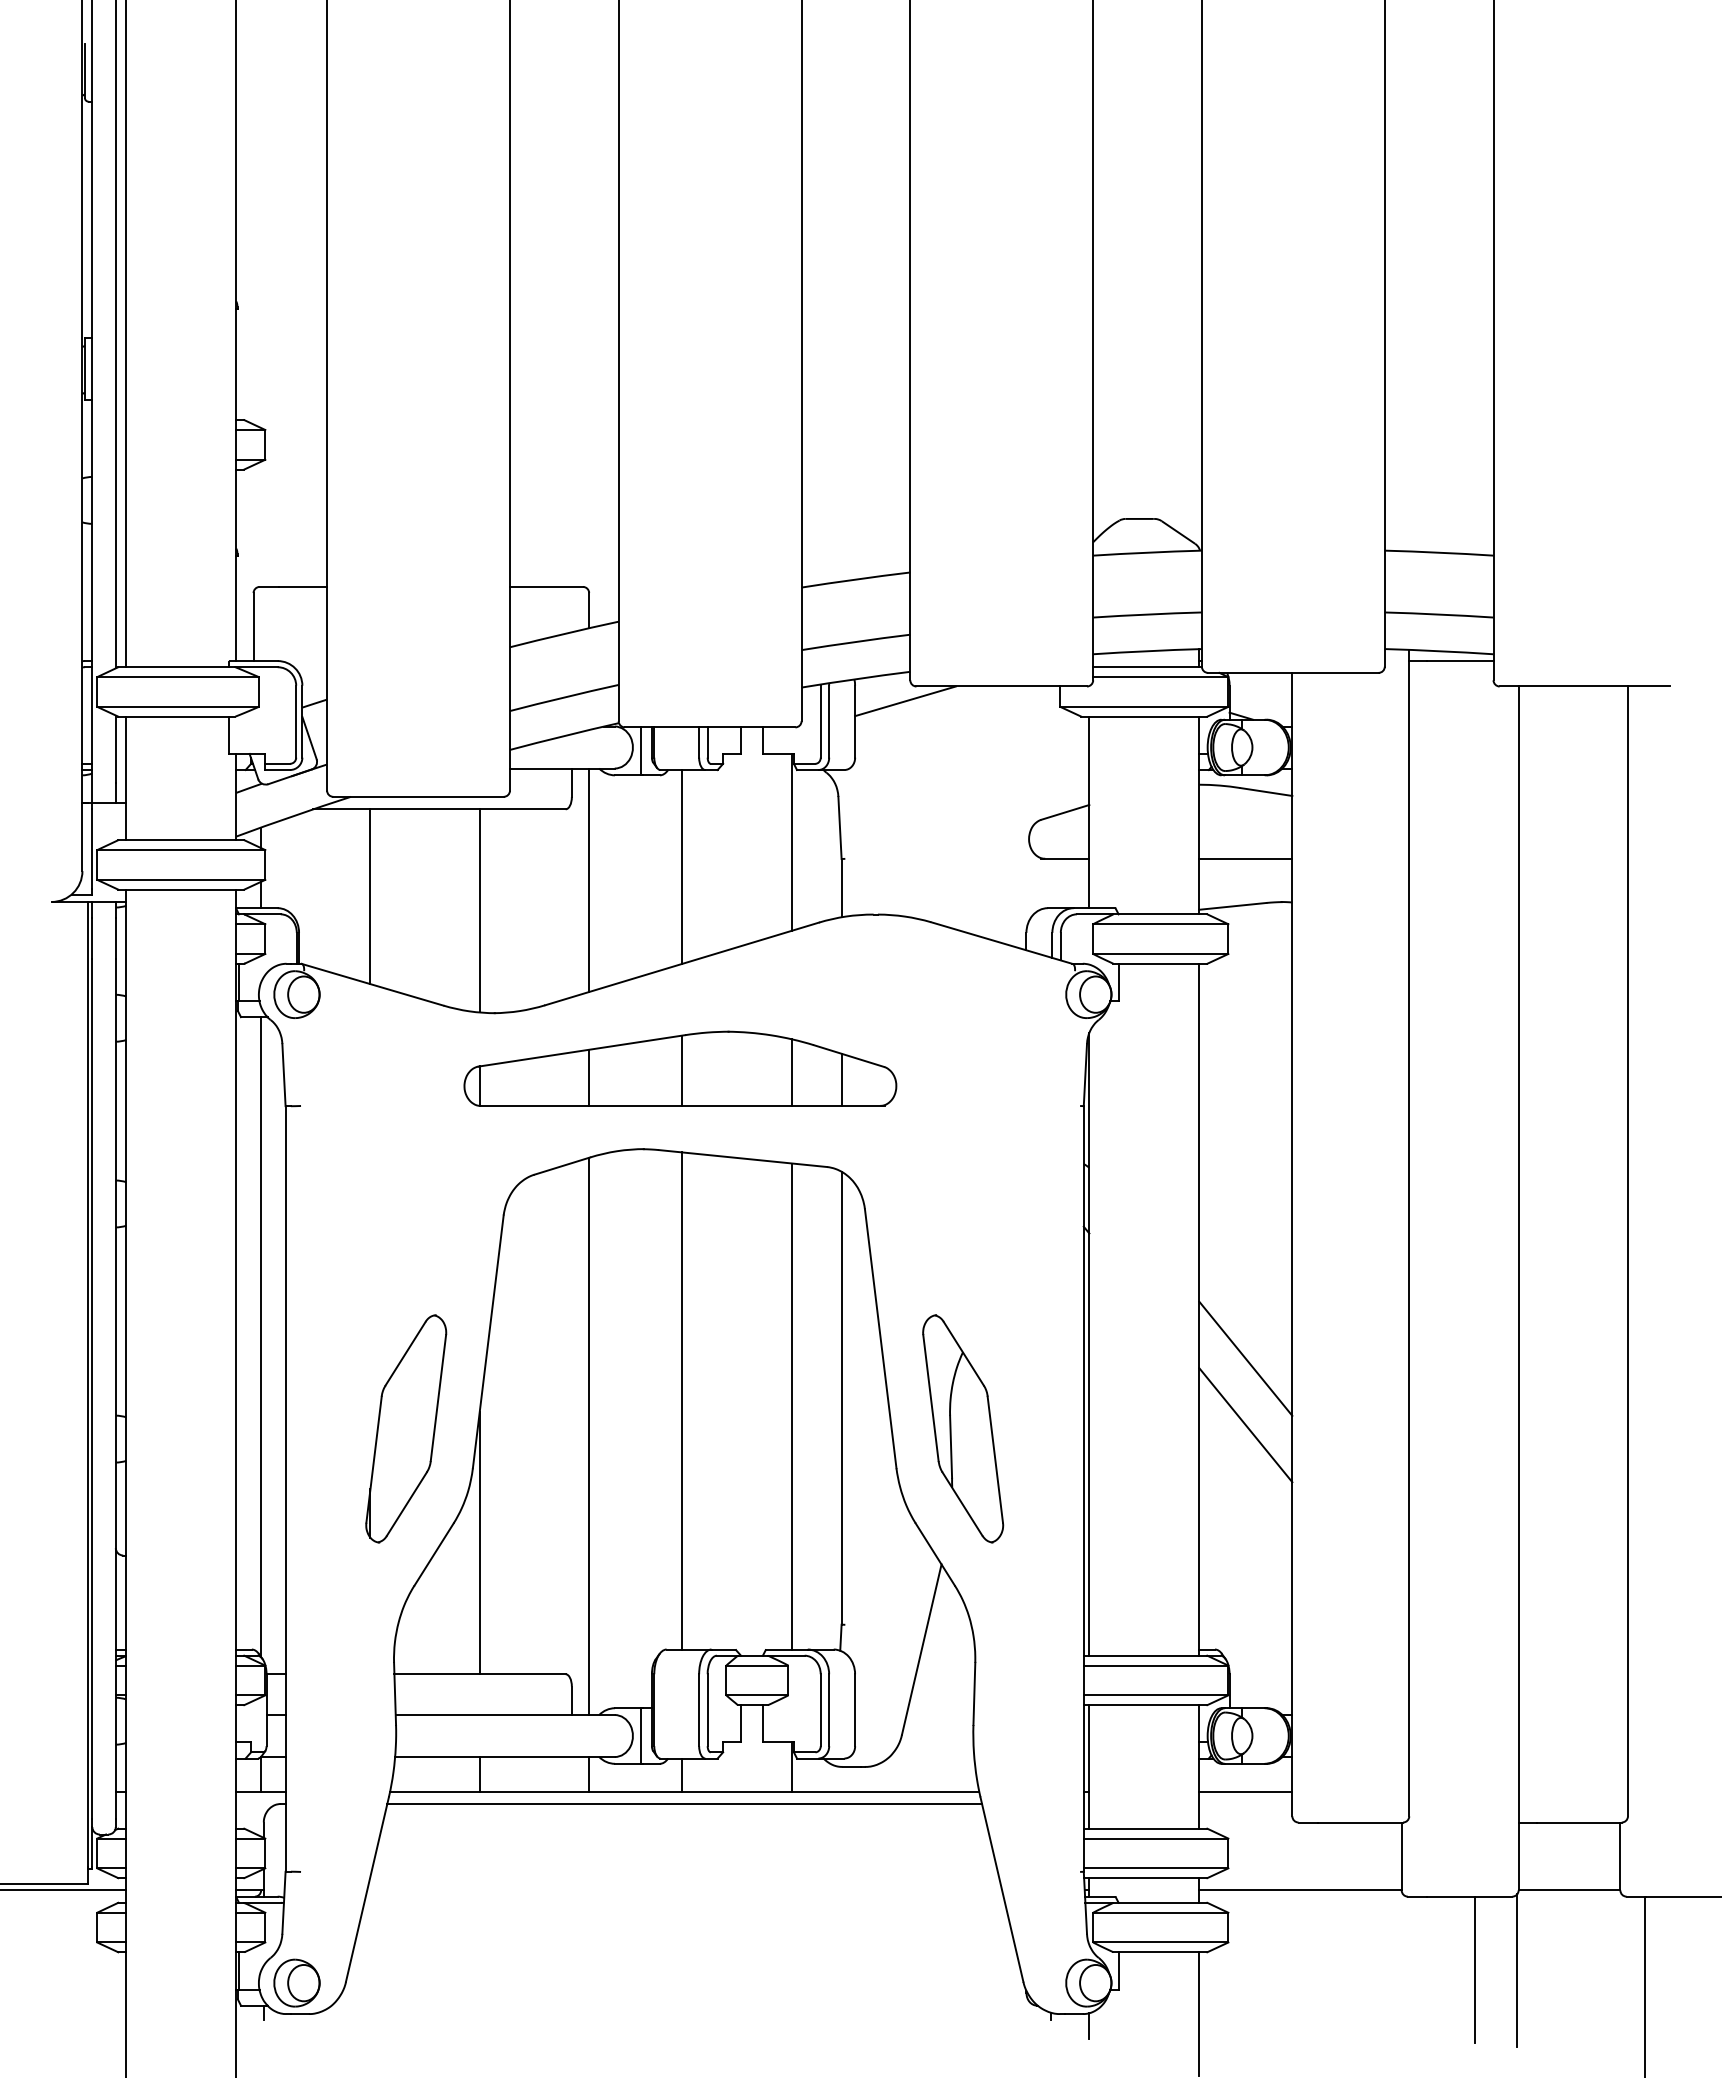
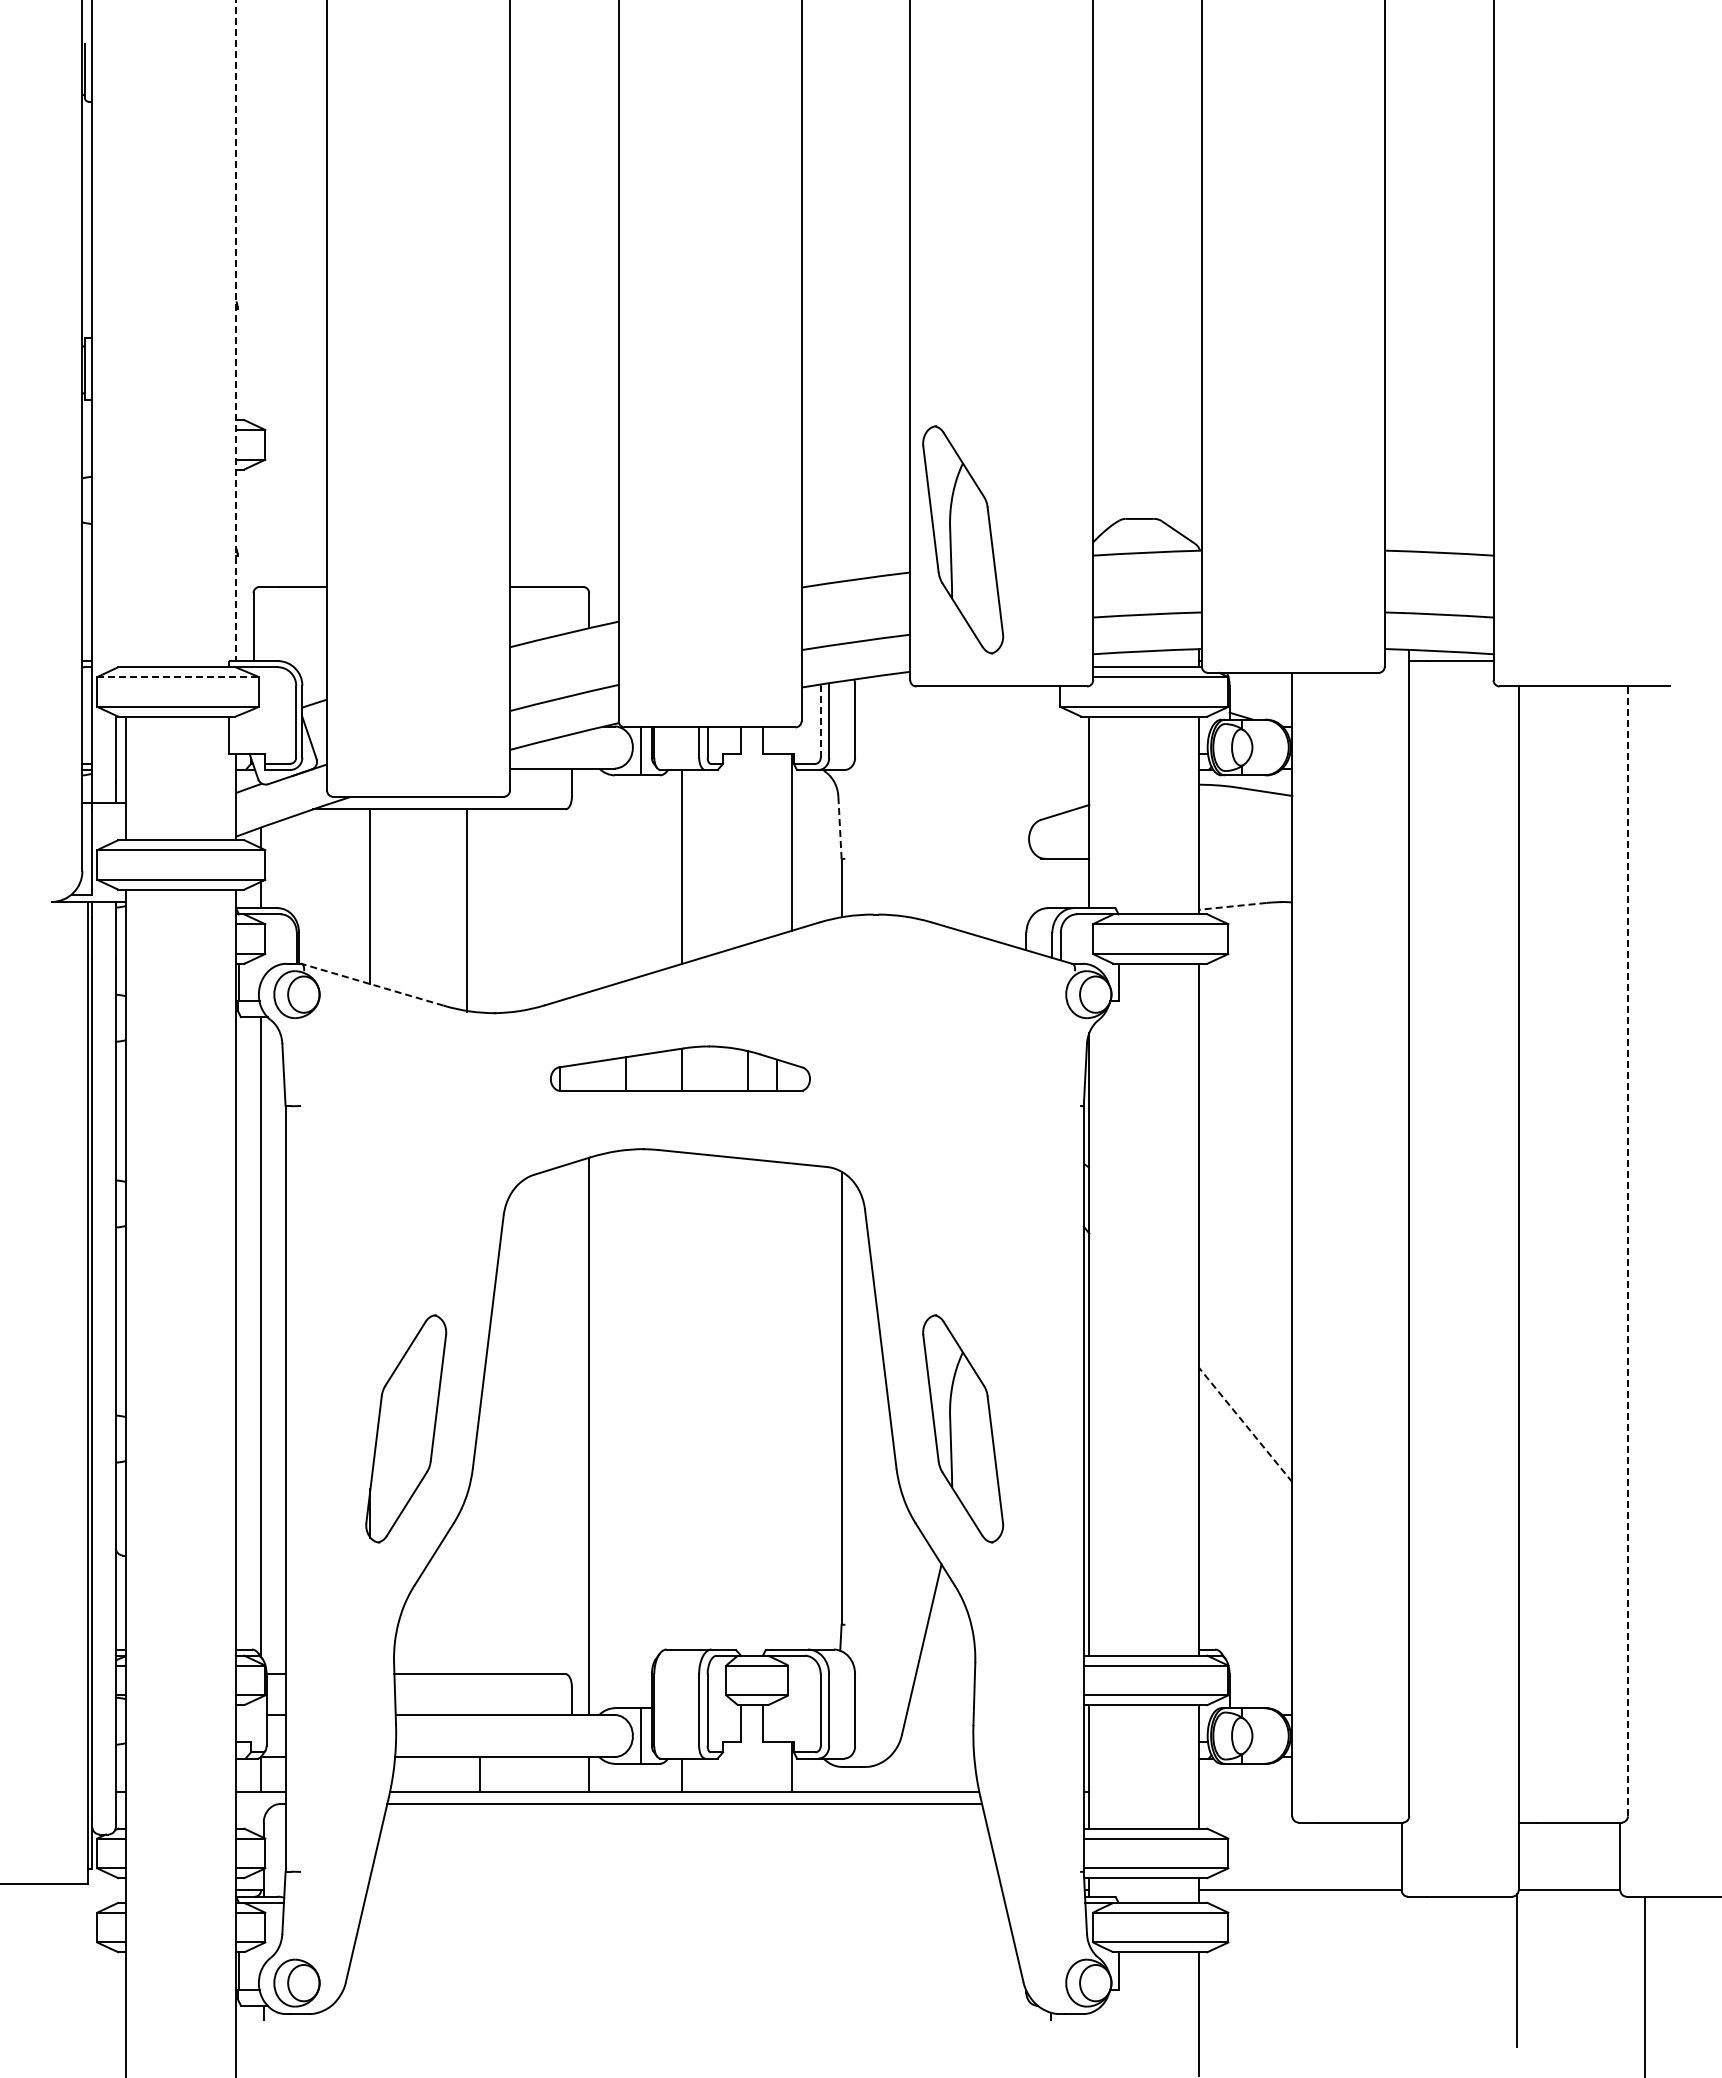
line at (236, 331): solid -> dashed
line at (126, 334): present -> none
line at (115, 335): present -> none
part at (963, 539): none -> present
line at (178, 677): solid -> dashed
line at (905, 701): present -> none
line at (820, 721): solid -> dashed
line at (839, 827): solid -> dashed
line at (1245, 858): present -> none
line at (589, 879): present -> none
line at (1232, 906): solid -> dashed
line at (479, 910) position: (479, 910) -> (466, 910)
line at (372, 984): solid -> dashed
part at (680, 1068) size: 435x77 px -> 261x47 px
line at (1627, 1251): solid -> dashed
line at (1245, 1358): present -> none
line at (682, 1400): present -> none
line at (792, 1406): present -> none
line at (1245, 1425): solid -> dashed
line at (479, 1542): present -> none
line at (1245, 1791): present -> none
line at (64, 1890): present -> none
line at (1475, 1969): present -> none
line at (1089, 2025): present -> none
